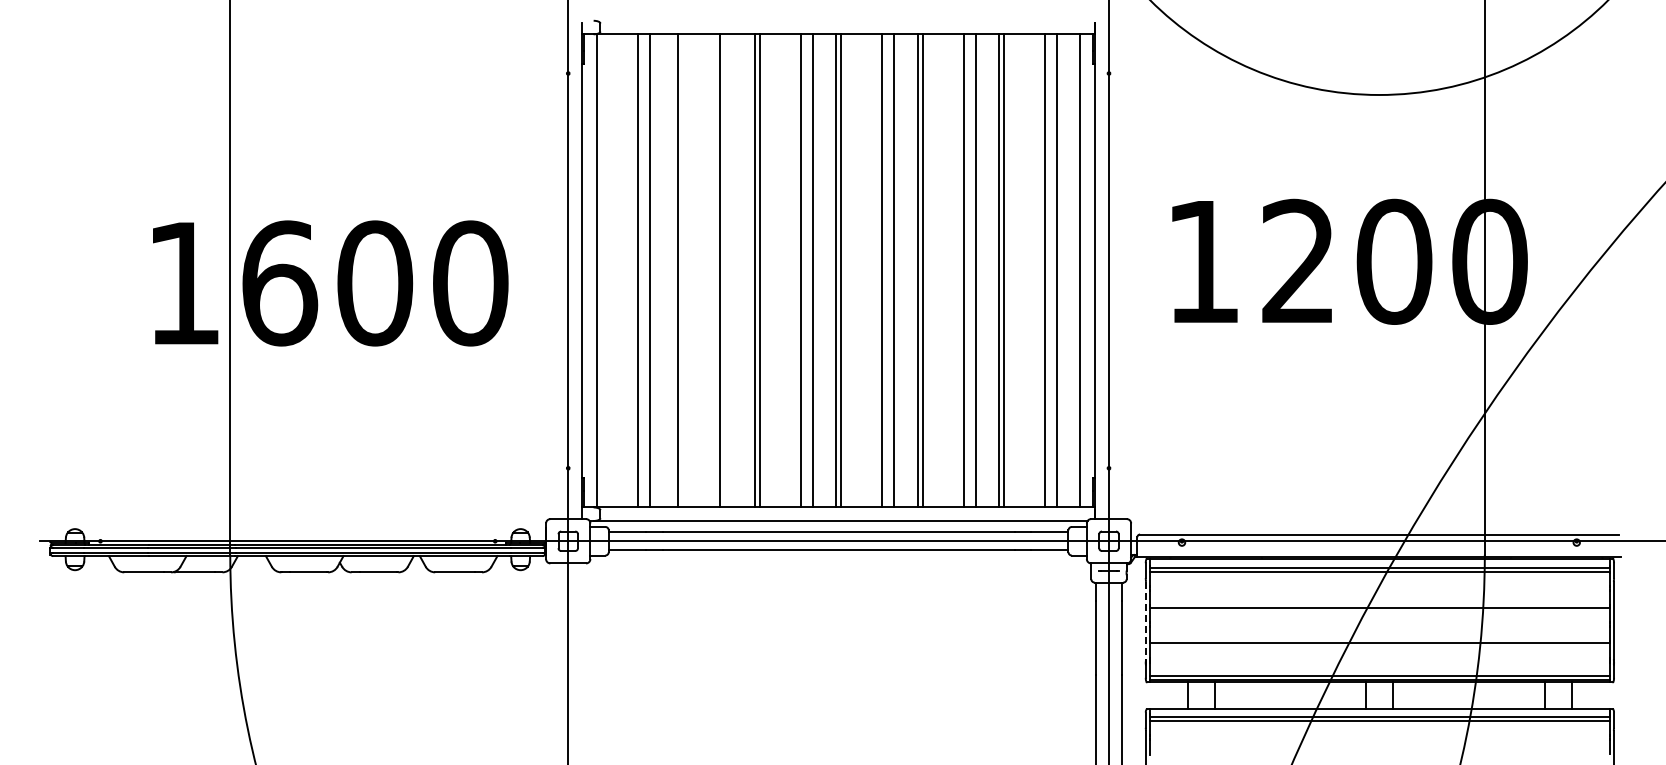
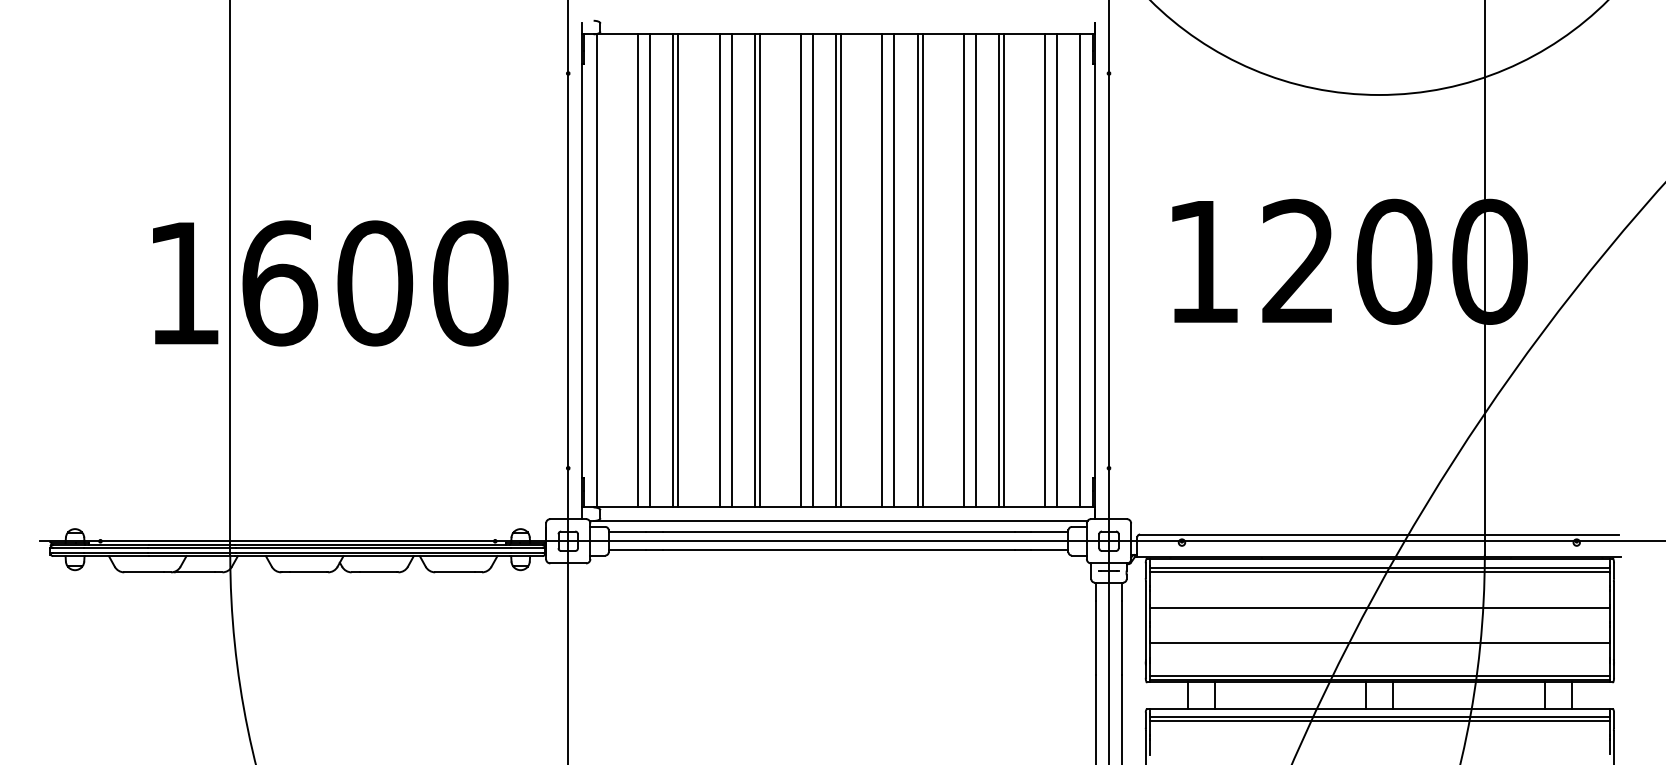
line at (673, 270): none -> present
line at (731, 270): none -> present
line at (1145, 622): dashed -> solid
